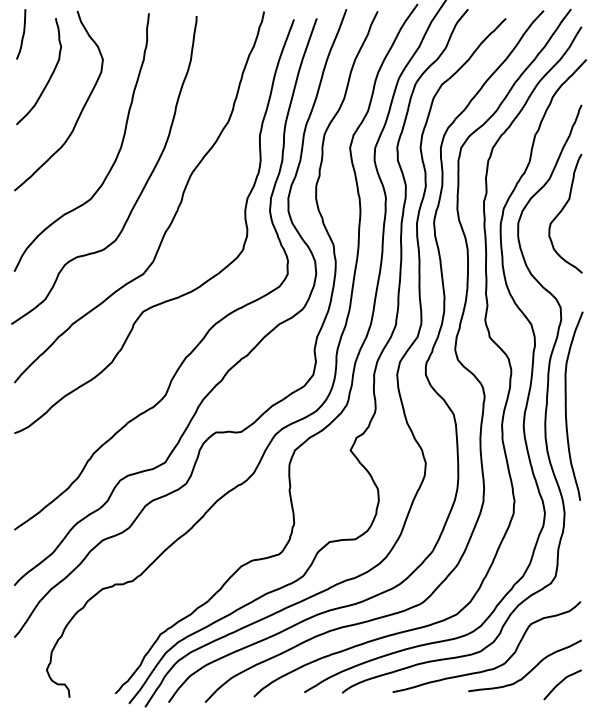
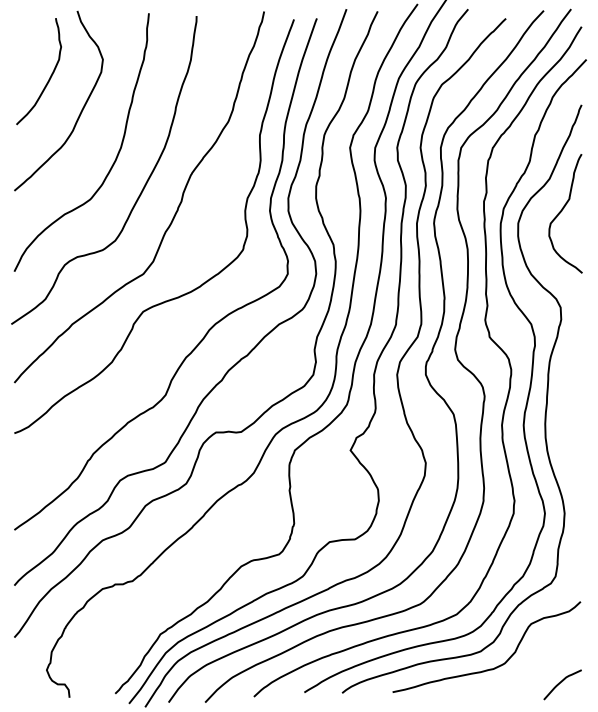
curve at (22, 34): present -> none
curve at (566, 405): present -> none
curve at (529, 670): present -> none
